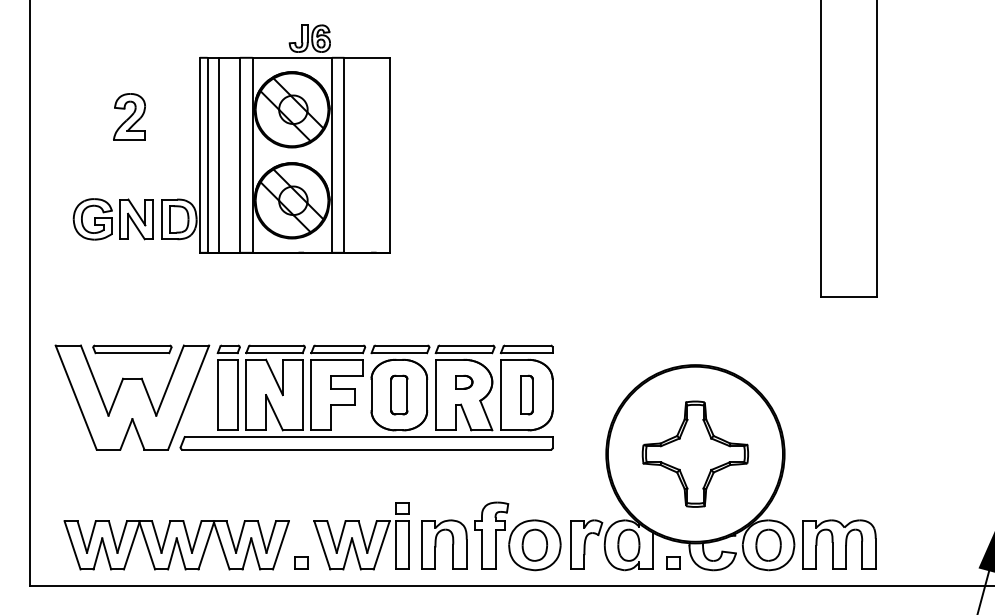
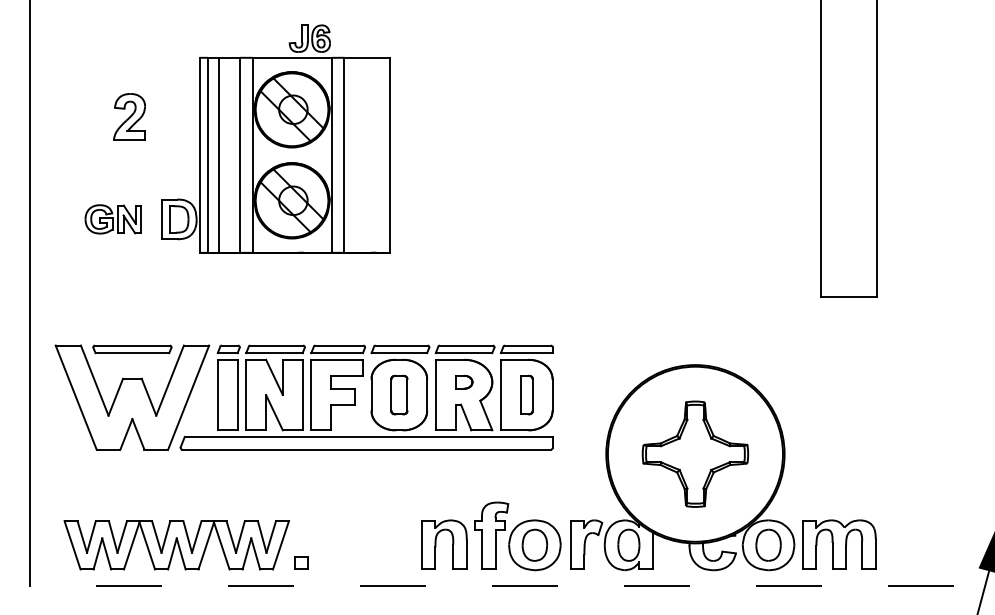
part at (112, 219) size: 82x43 px -> 58x31 px
part at (361, 536): present -> none
part at (673, 562): present -> none
line at (511, 586): solid -> dashed
